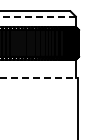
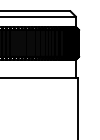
line at (37, 16): dashed -> solid
line at (39, 78): dashed -> solid
